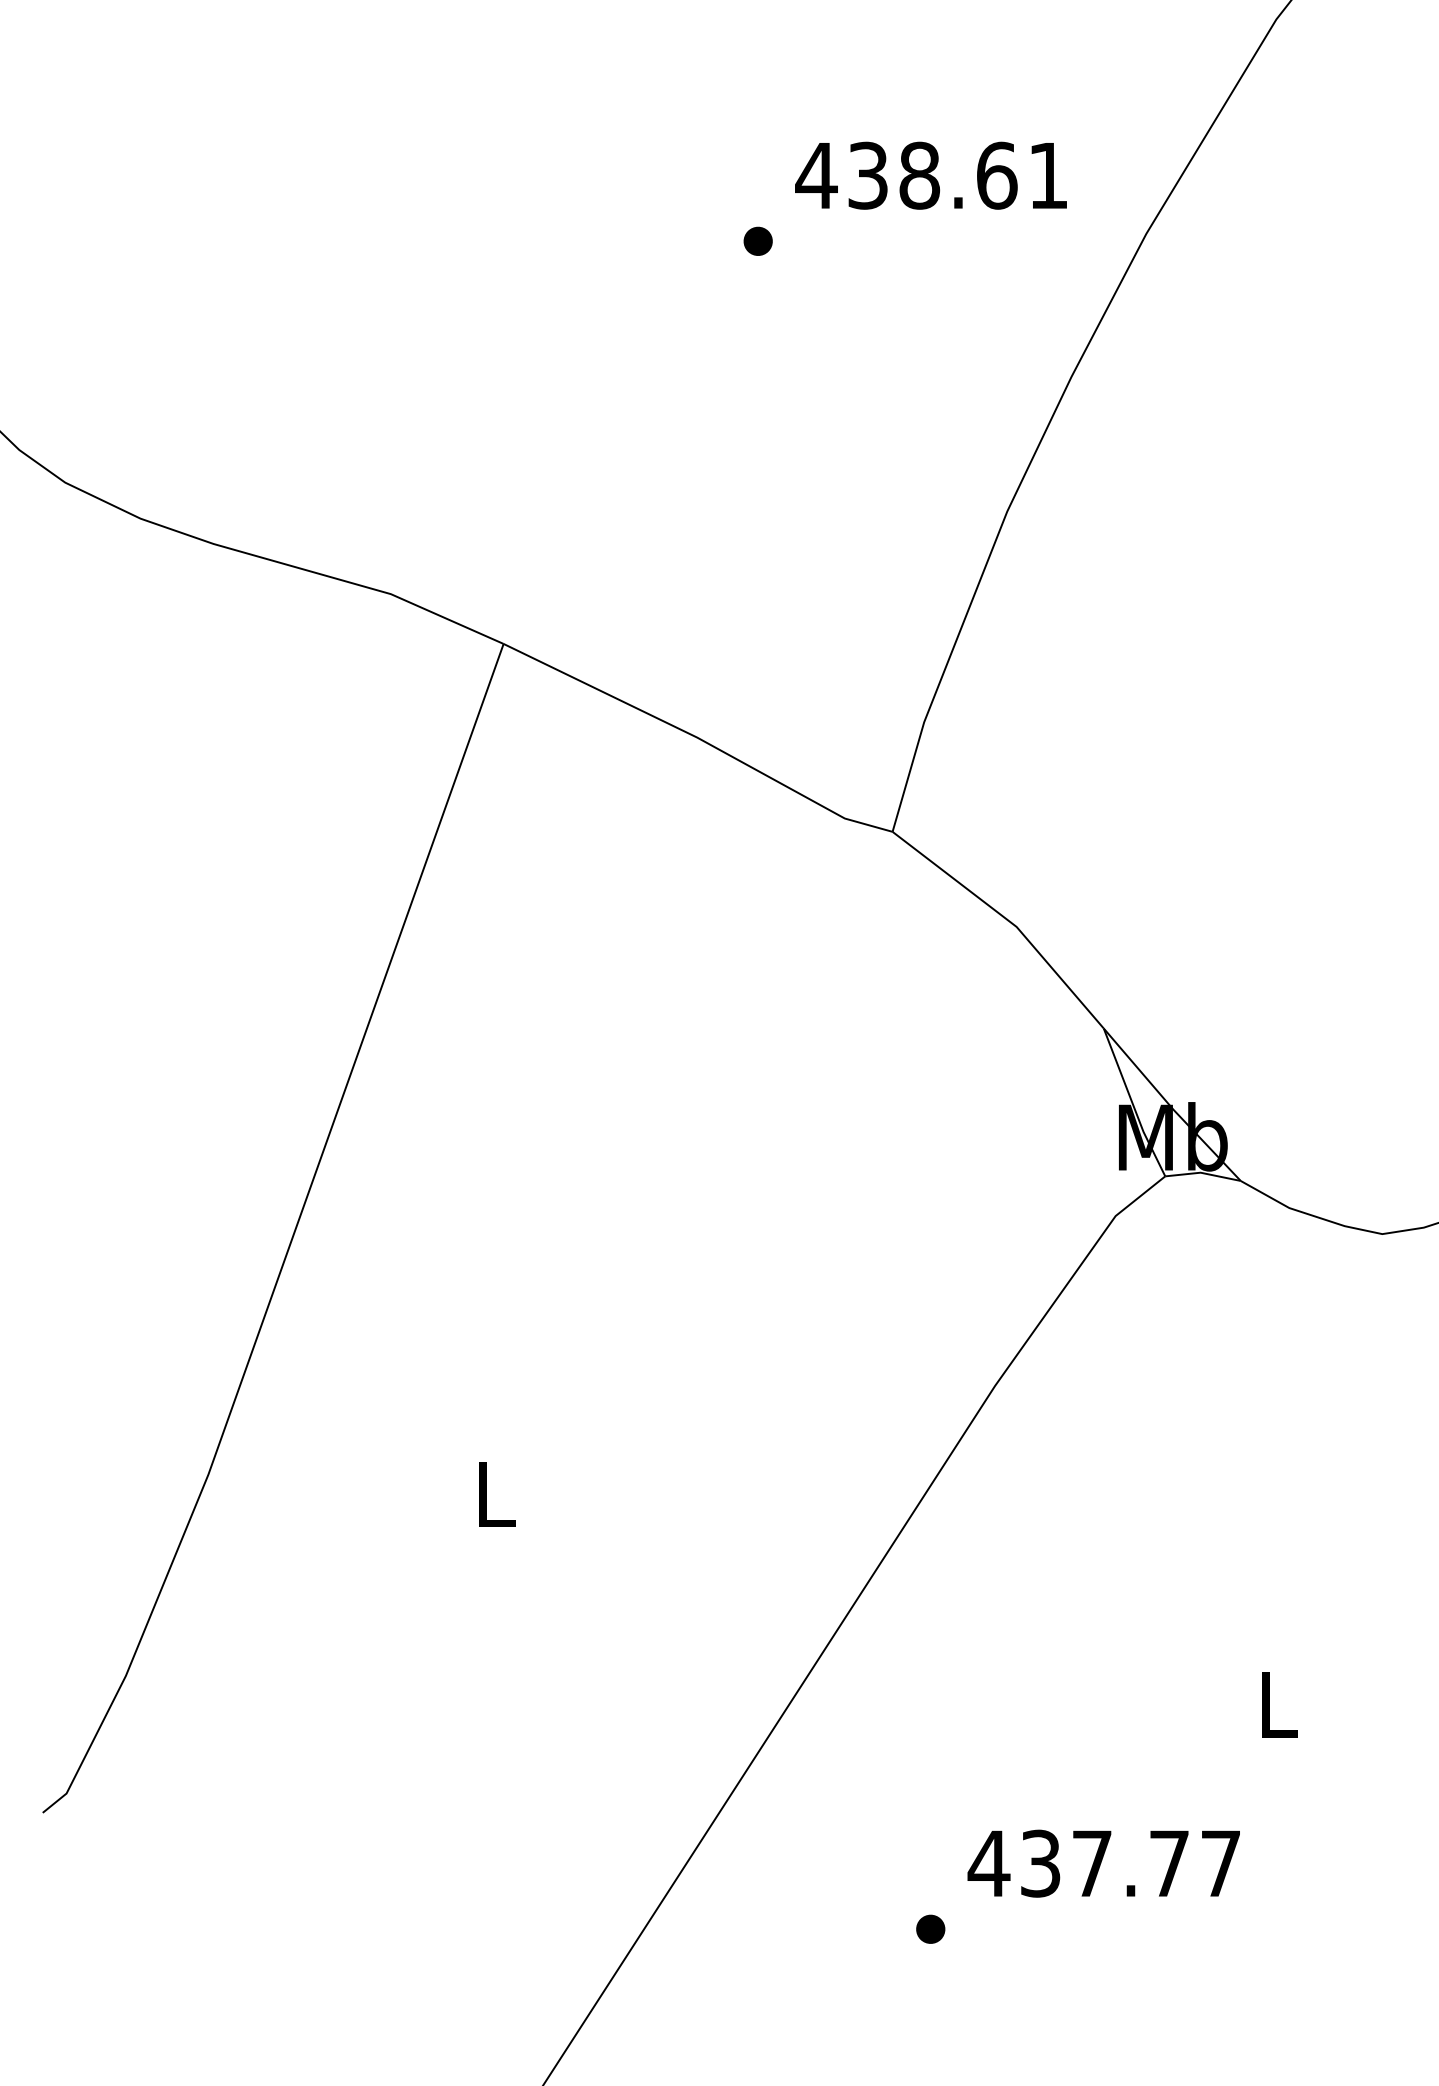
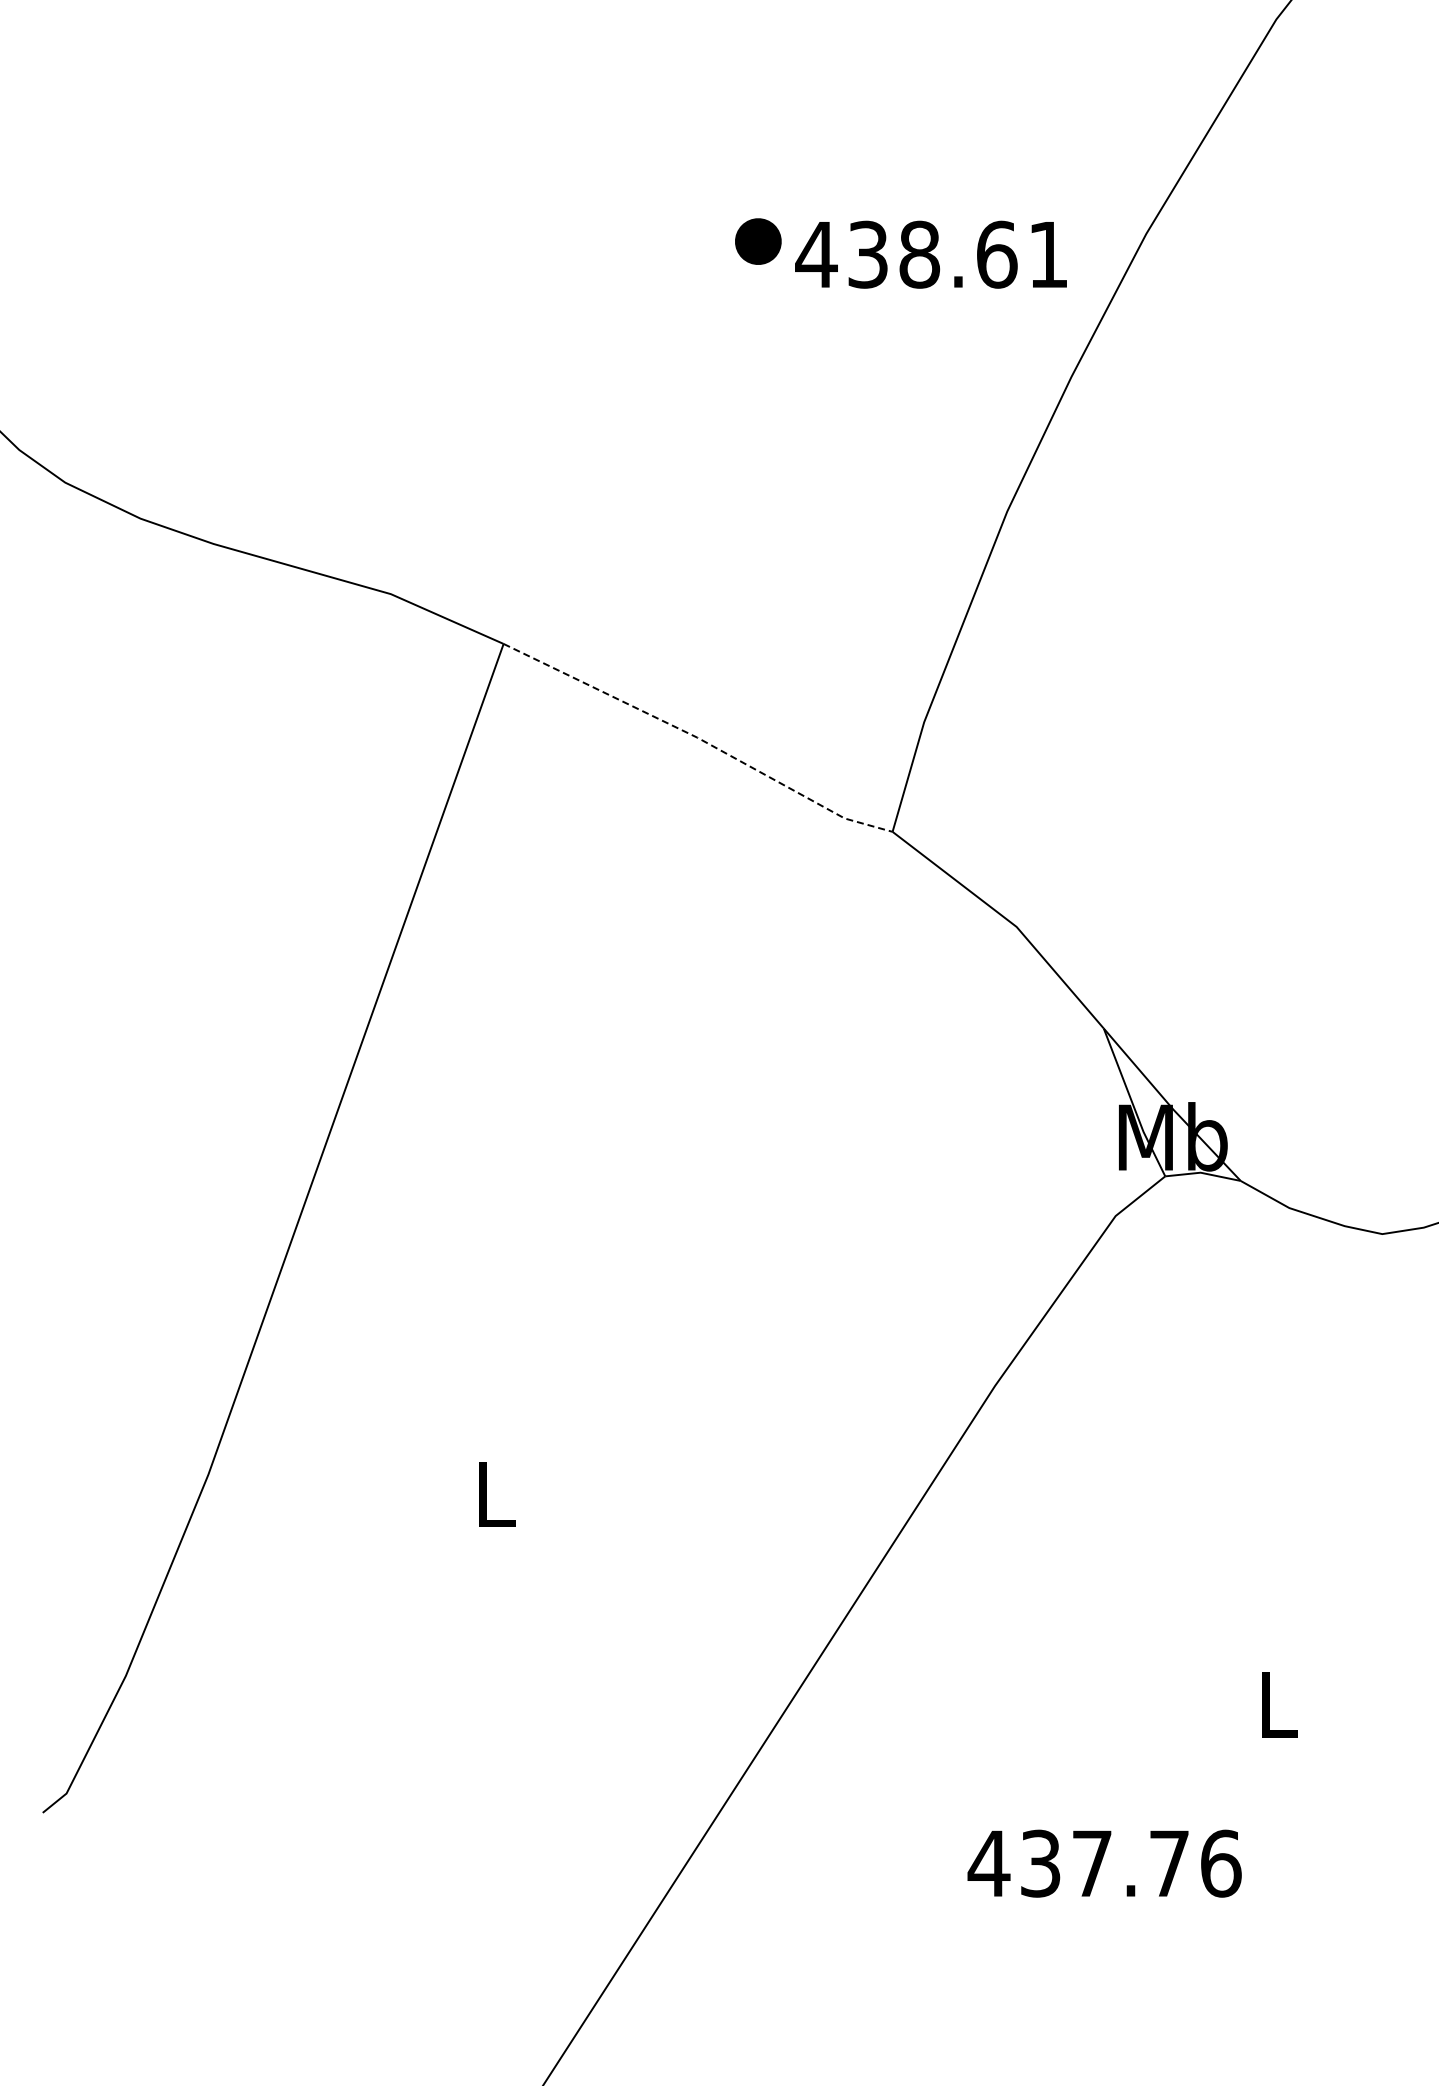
text at (930, 175) position: (930, 175) -> (930, 254)
part at (757, 240) size: 30x30 px -> 47x47 px
line at (699, 738): solid -> dashed
text at (1221, 1863): 437.77 -> 437.76
part at (930, 1928): present -> none
